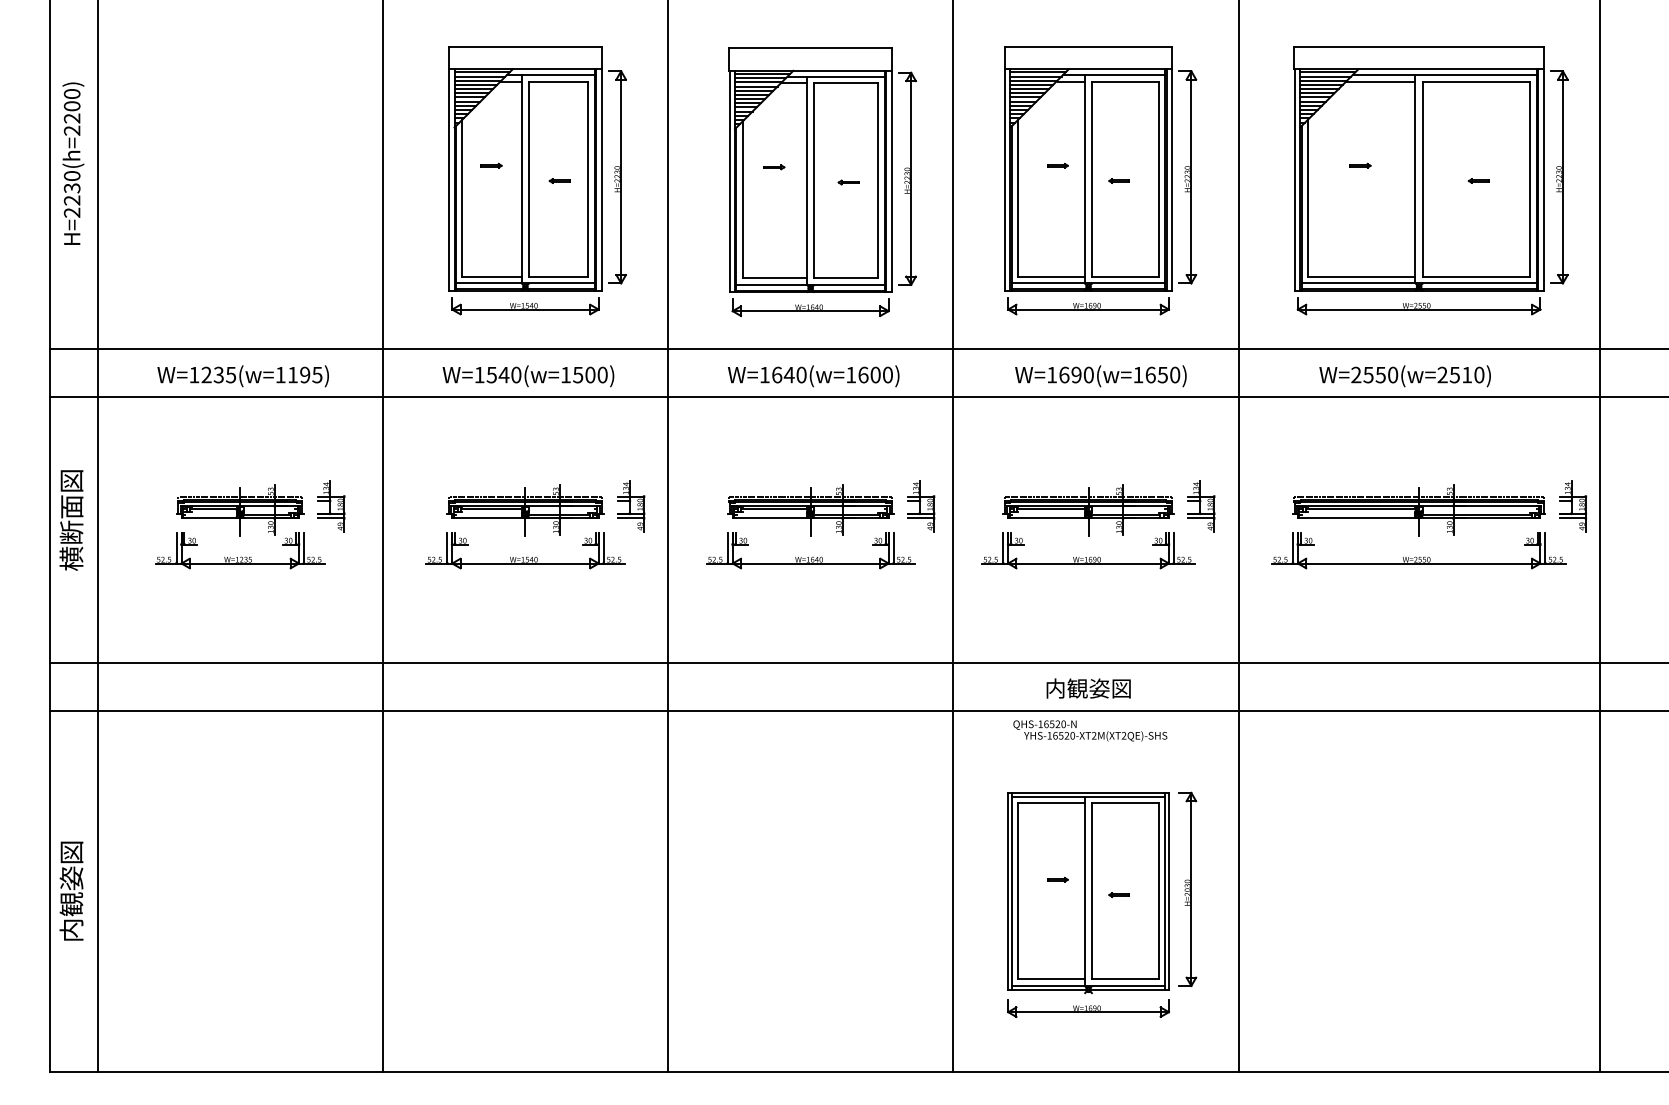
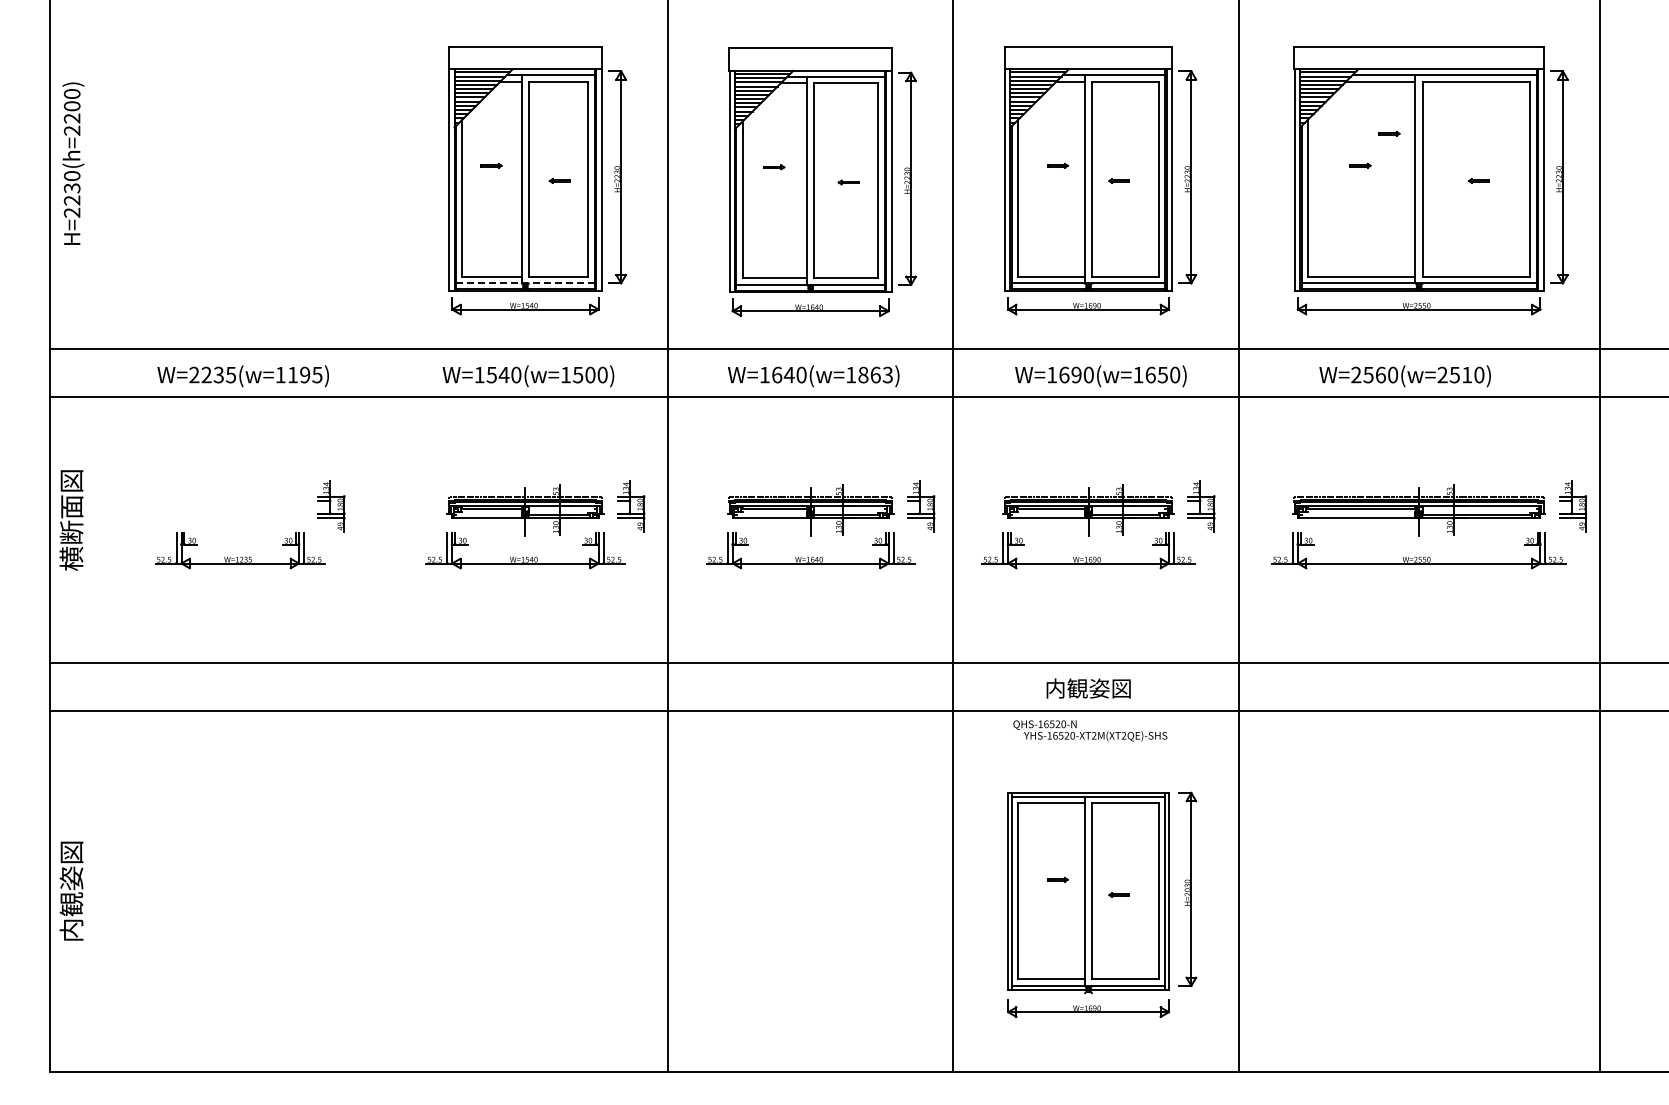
part at (1389, 133): none -> present
line at (525, 283): solid -> dashed
text at (194, 374): W=1235(w=1195) -> W=2235(w=1195)
text at (875, 374): W=1640(w=1600) -> W=1640(w=1863)
text at (1380, 374): W=2550(w=2510) -> W=2560(w=2510)
part at (240, 510): present -> none
line at (97, 537): present -> none
line at (382, 537): present -> none
